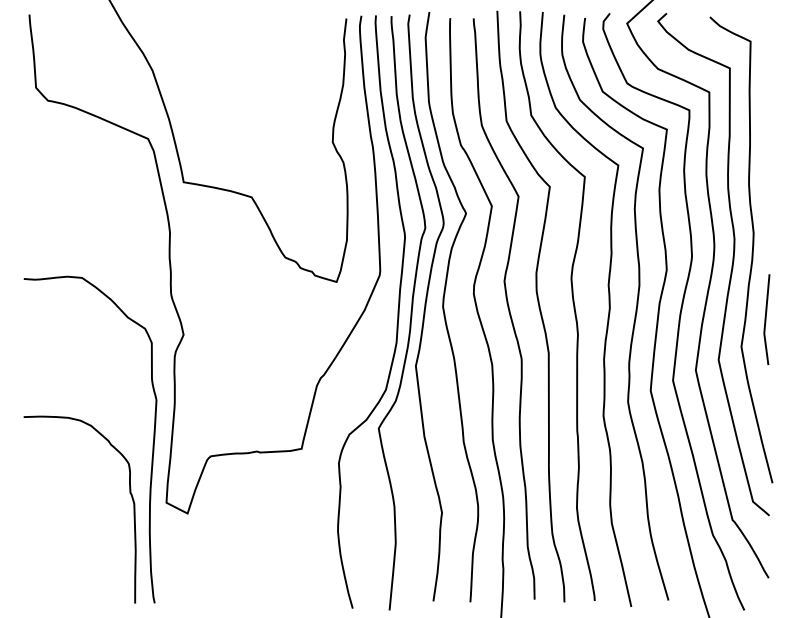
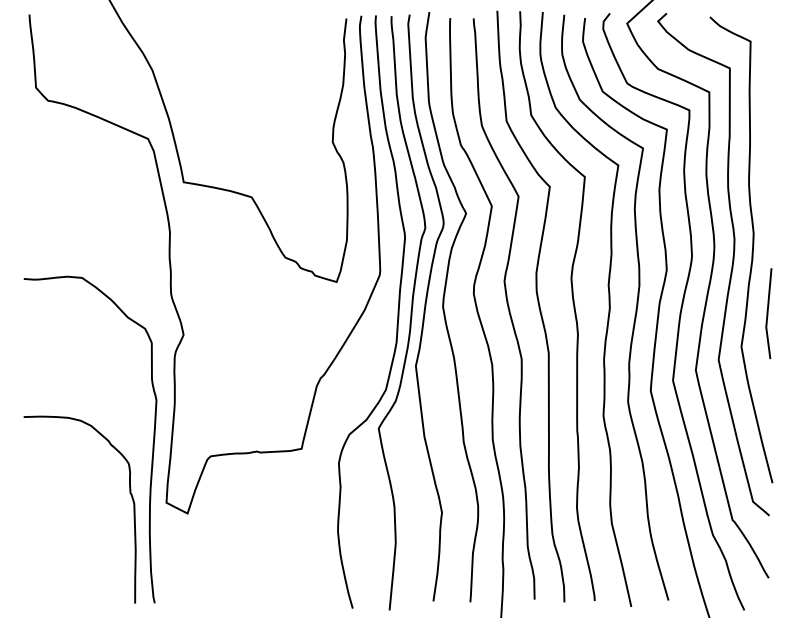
line at (766, 319) position: (766, 319) -> (768, 313)
